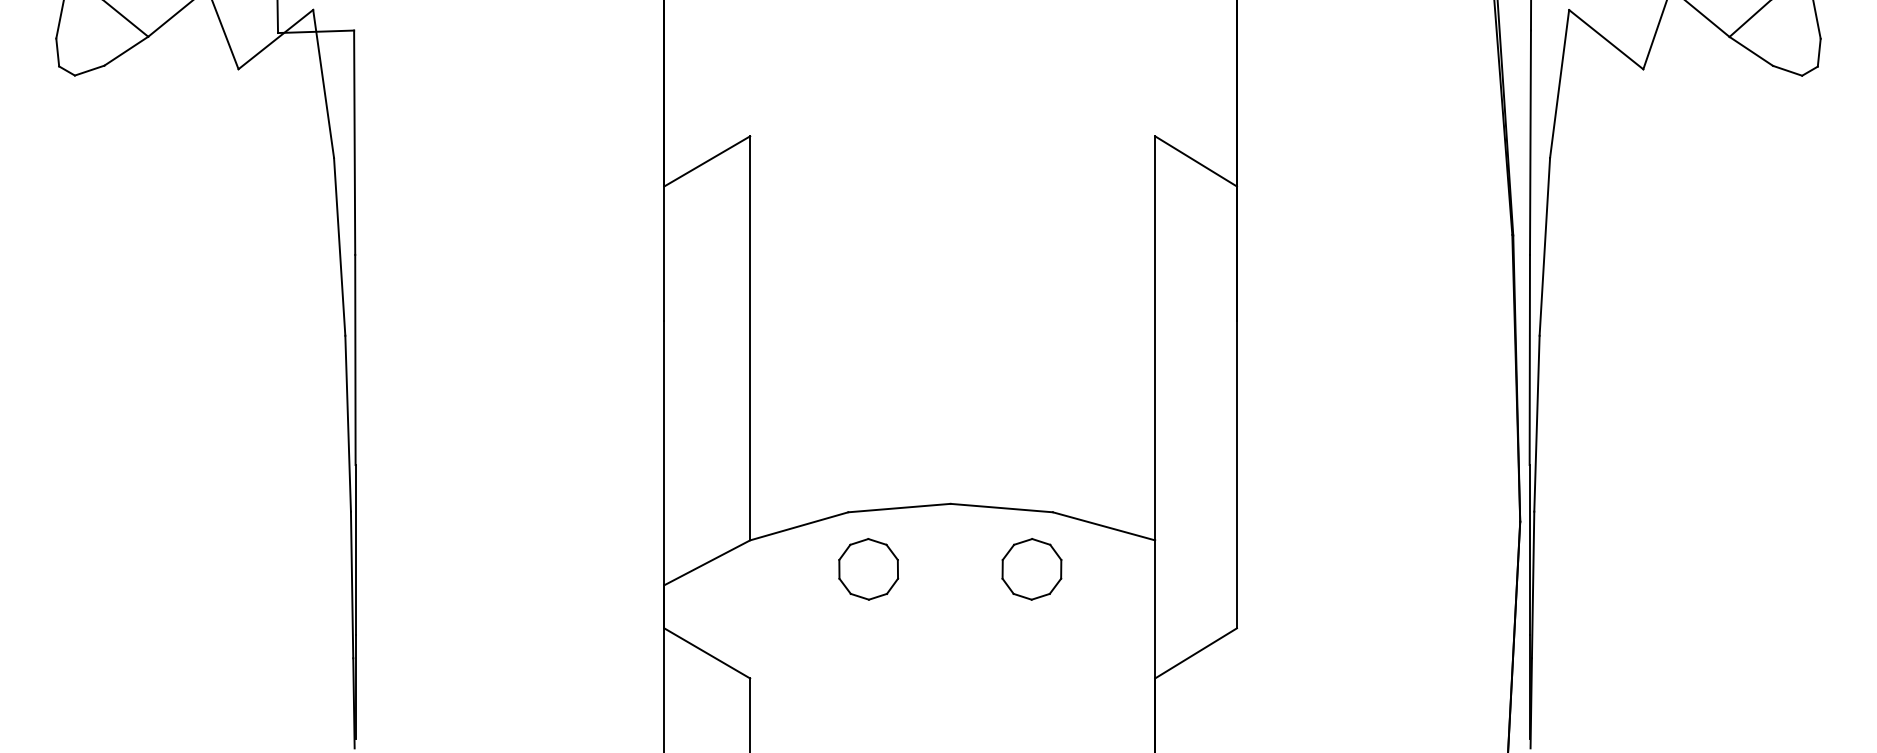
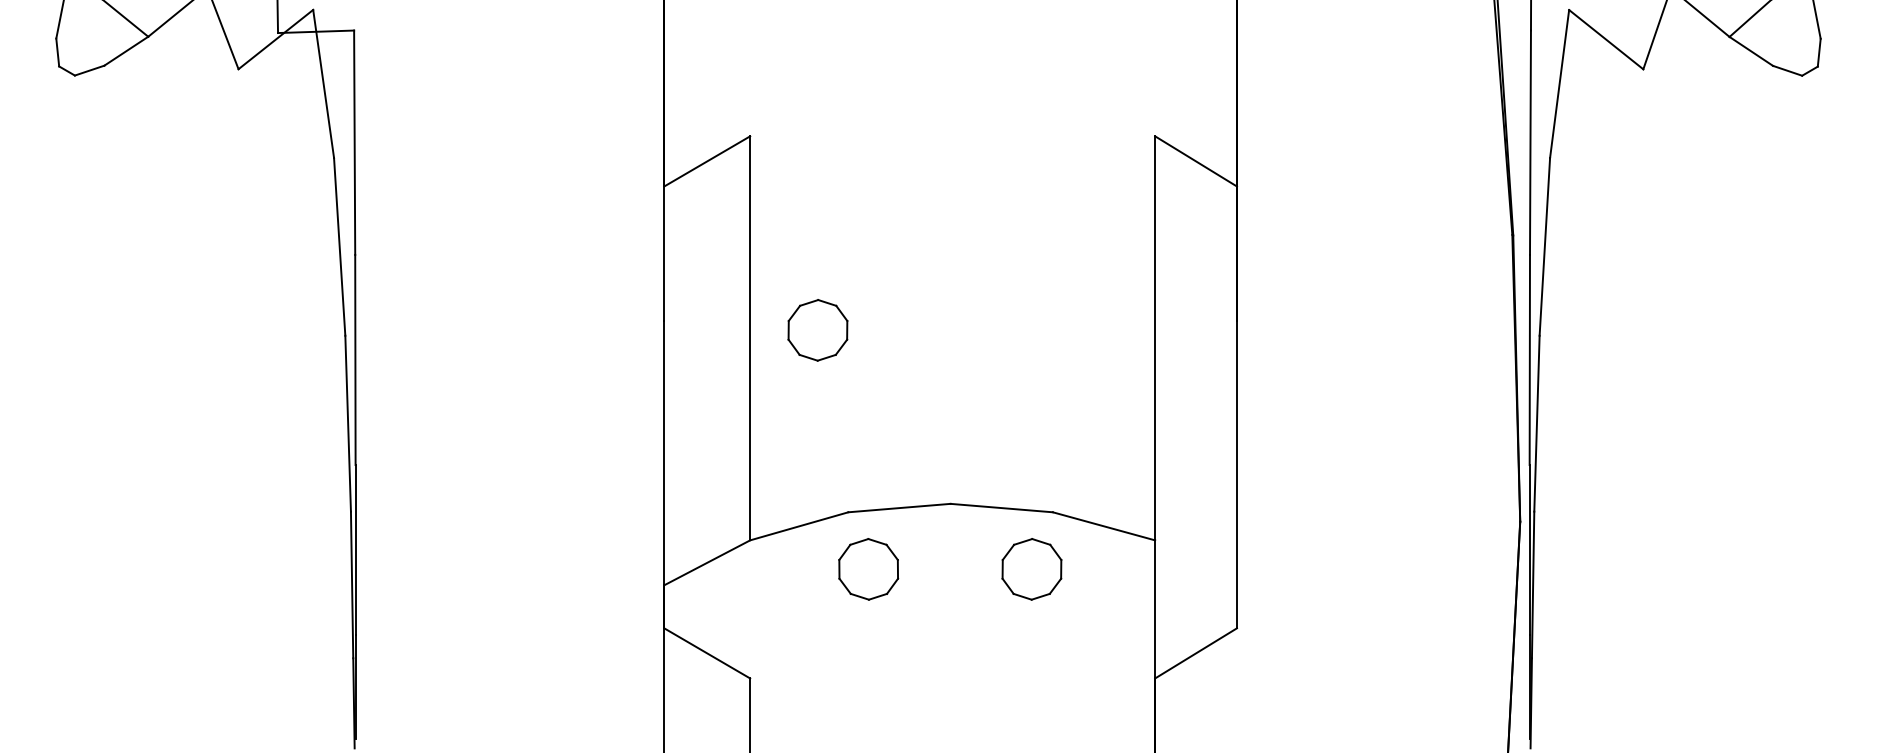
part at (817, 330): none -> present
